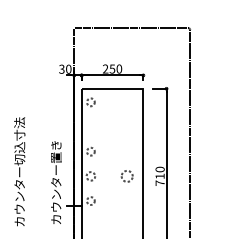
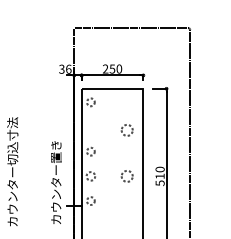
text at (68, 68): 30 -> 36
part at (126, 130): none -> present
text at (19, 171) position: (19, 171) -> (12, 171)
text at (159, 183): 710 -> 510
